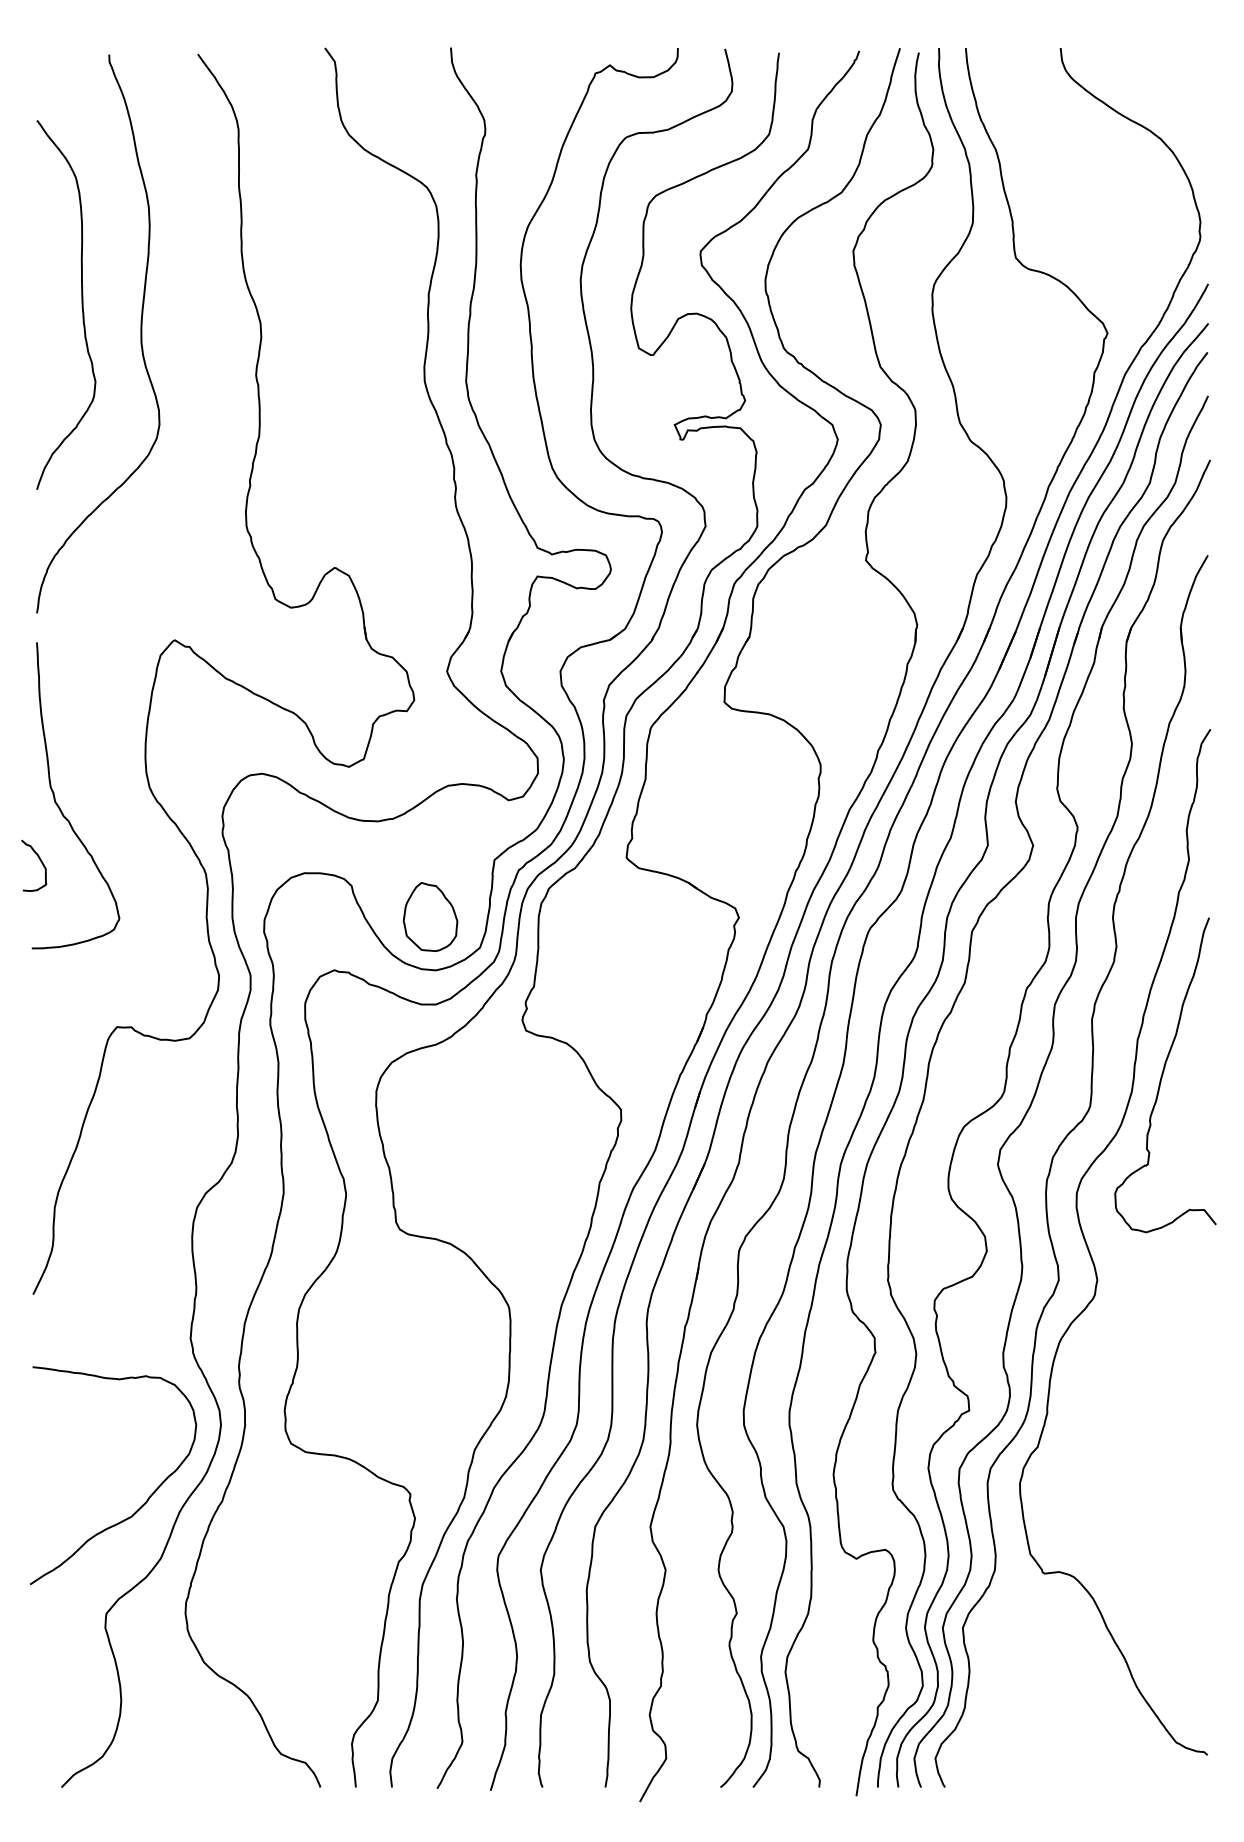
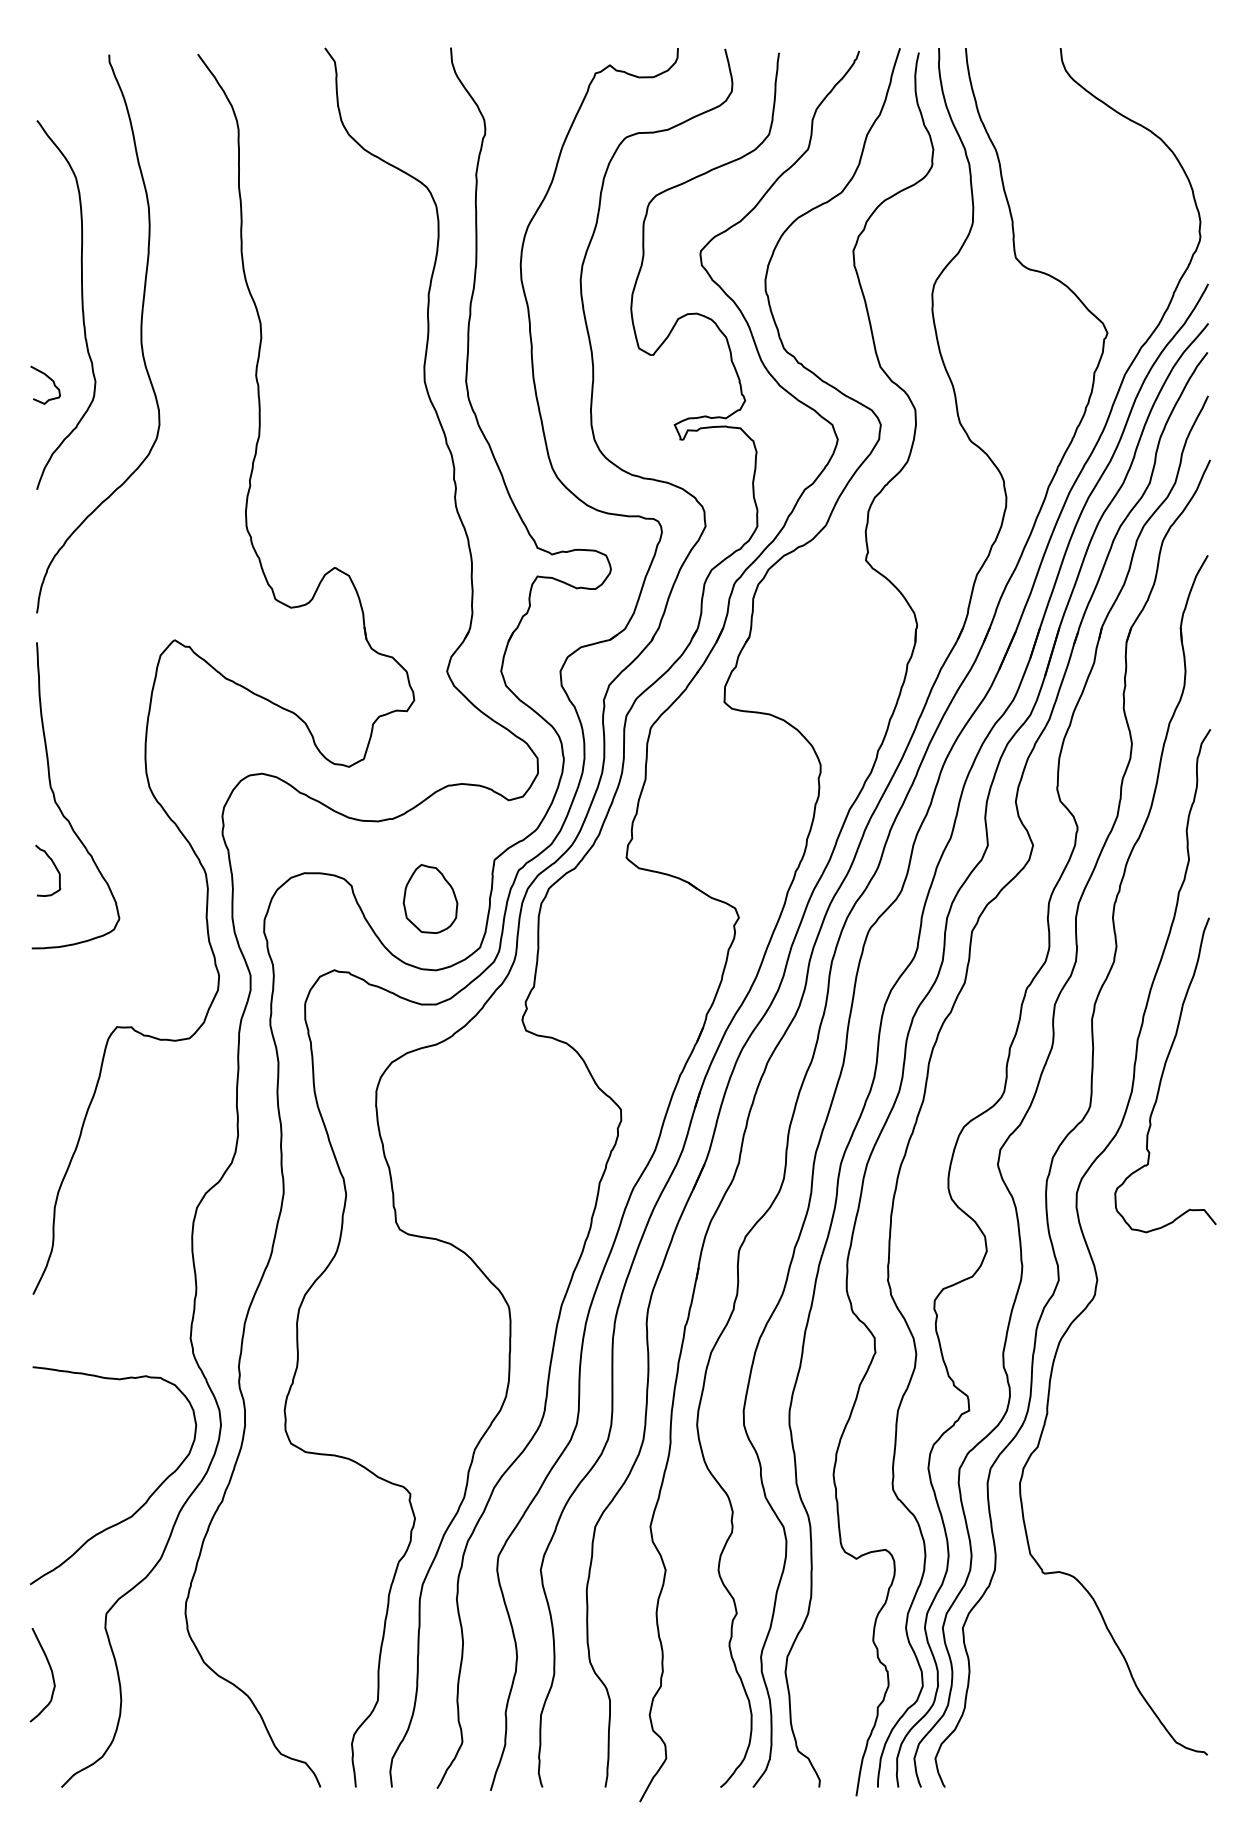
curve at (49, 379): none -> present
curve at (39, 860) position: (39, 860) -> (53, 865)
part at (430, 916) position: (430, 916) -> (430, 898)
curve at (51, 1674): none -> present
